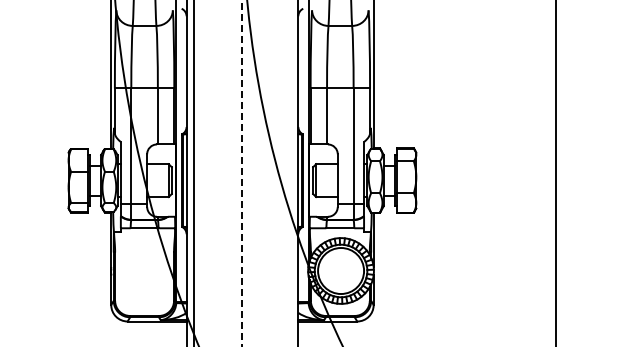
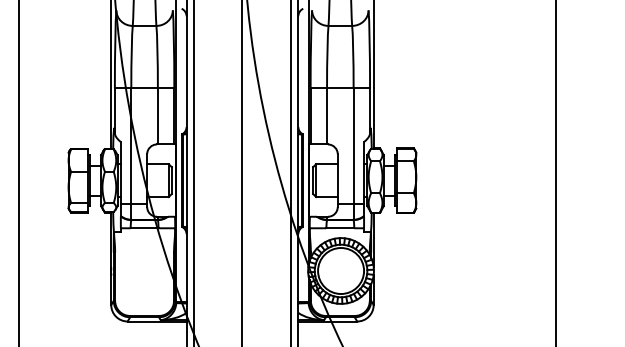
line at (18, 172): none -> present
line at (290, 172): none -> present
line at (242, 173): dashed -> solid
